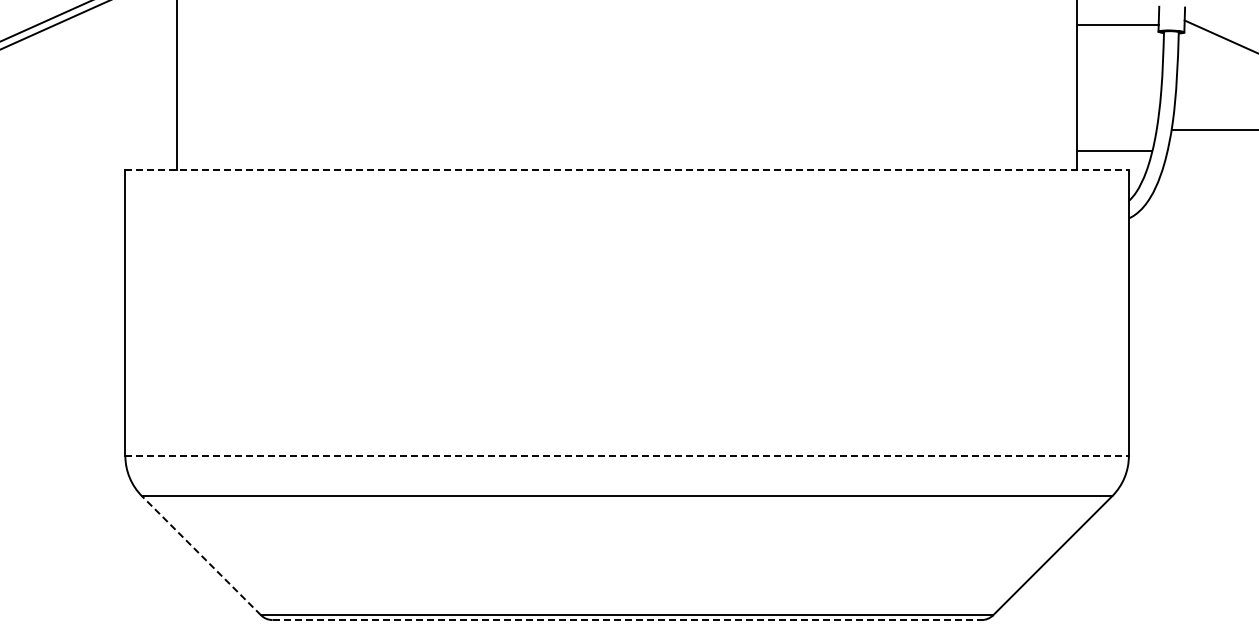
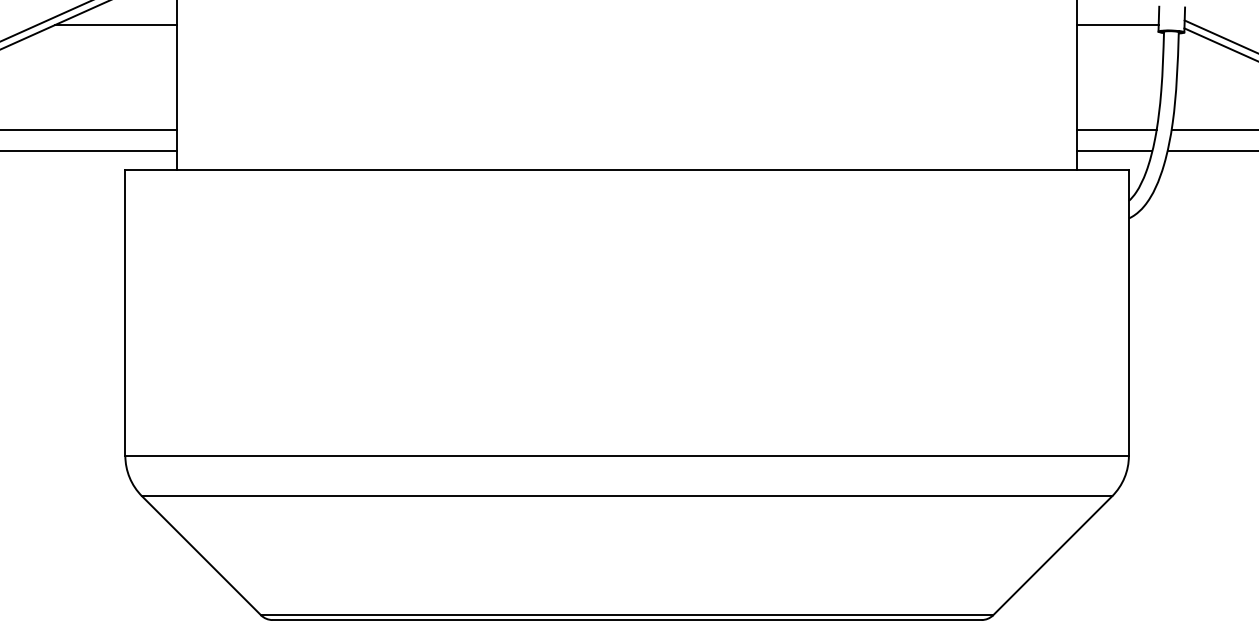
line at (115, 25): none -> present
line at (1219, 44): none -> present
line at (89, 130): none -> present
line at (1116, 130): none -> present
line at (89, 151): none -> present
line at (1211, 151): none -> present
line at (627, 169): dashed -> solid
line at (627, 455): dashed -> solid
line at (201, 555): dashed -> solid
line at (627, 620): dashed -> solid
